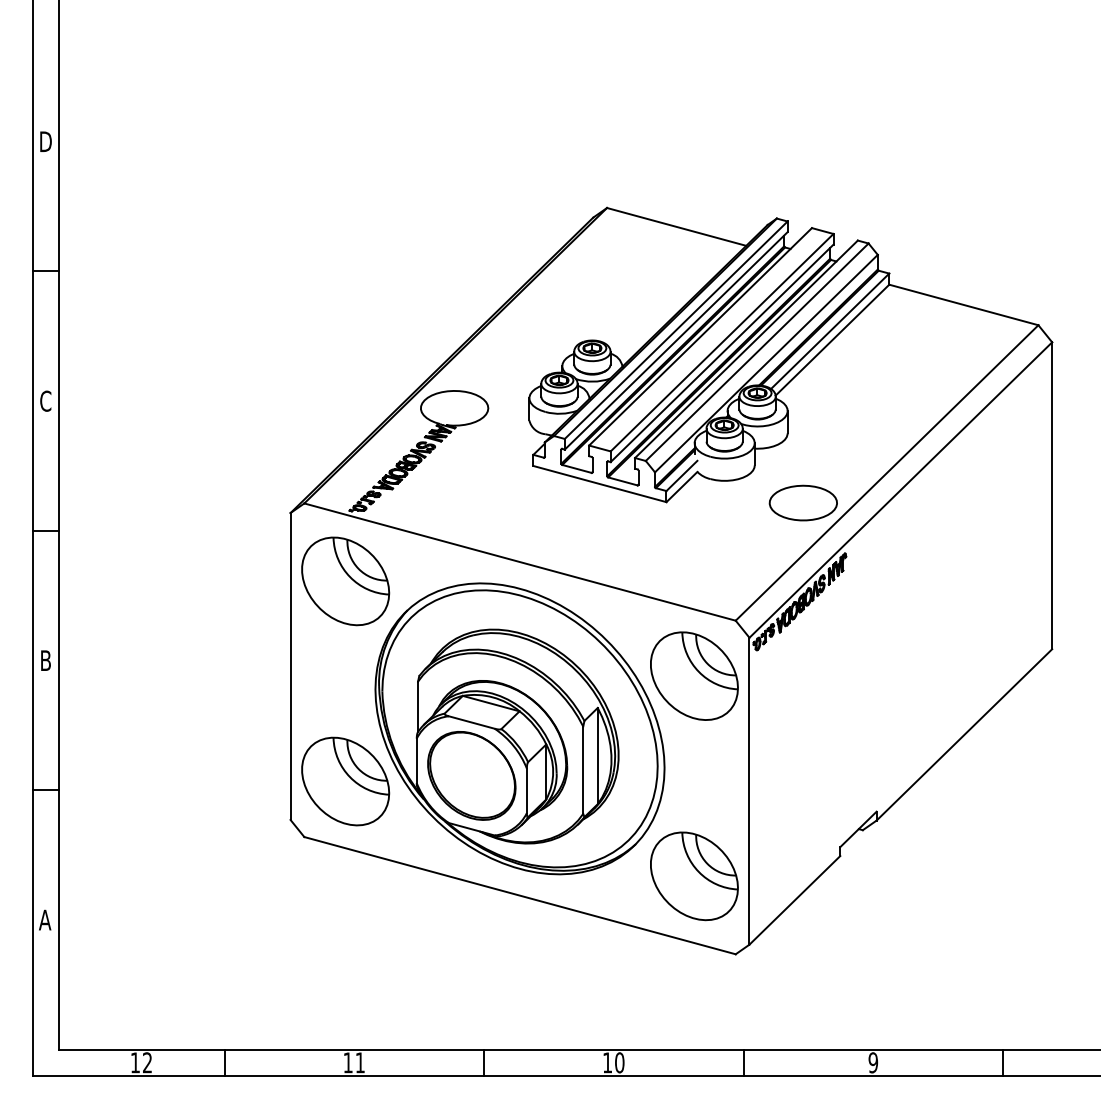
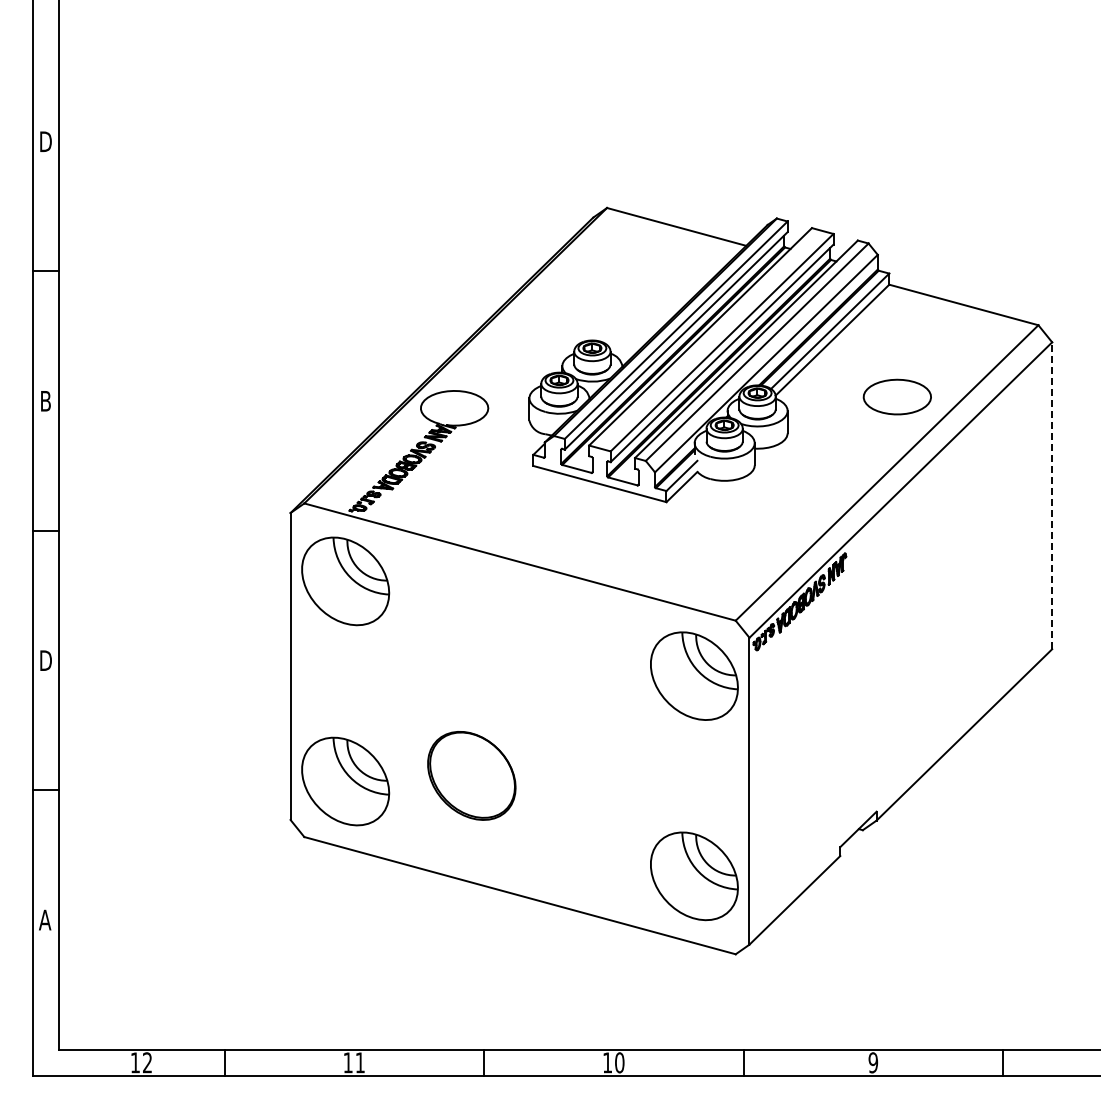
text at (45, 400): C -> B
line at (1052, 495): solid -> dashed
part at (802, 502) position: (802, 502) -> (896, 396)
text at (45, 660): B -> D
part at (519, 728): present -> none
